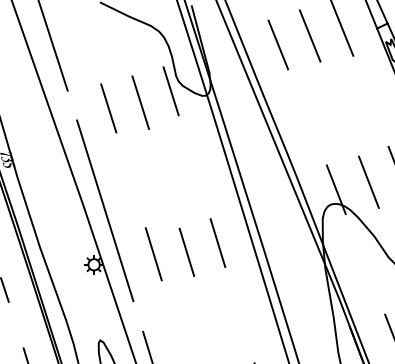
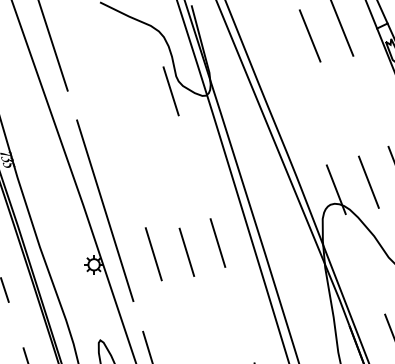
line at (278, 44): present -> none
line at (140, 102): present -> none
line at (108, 108): present -> none
